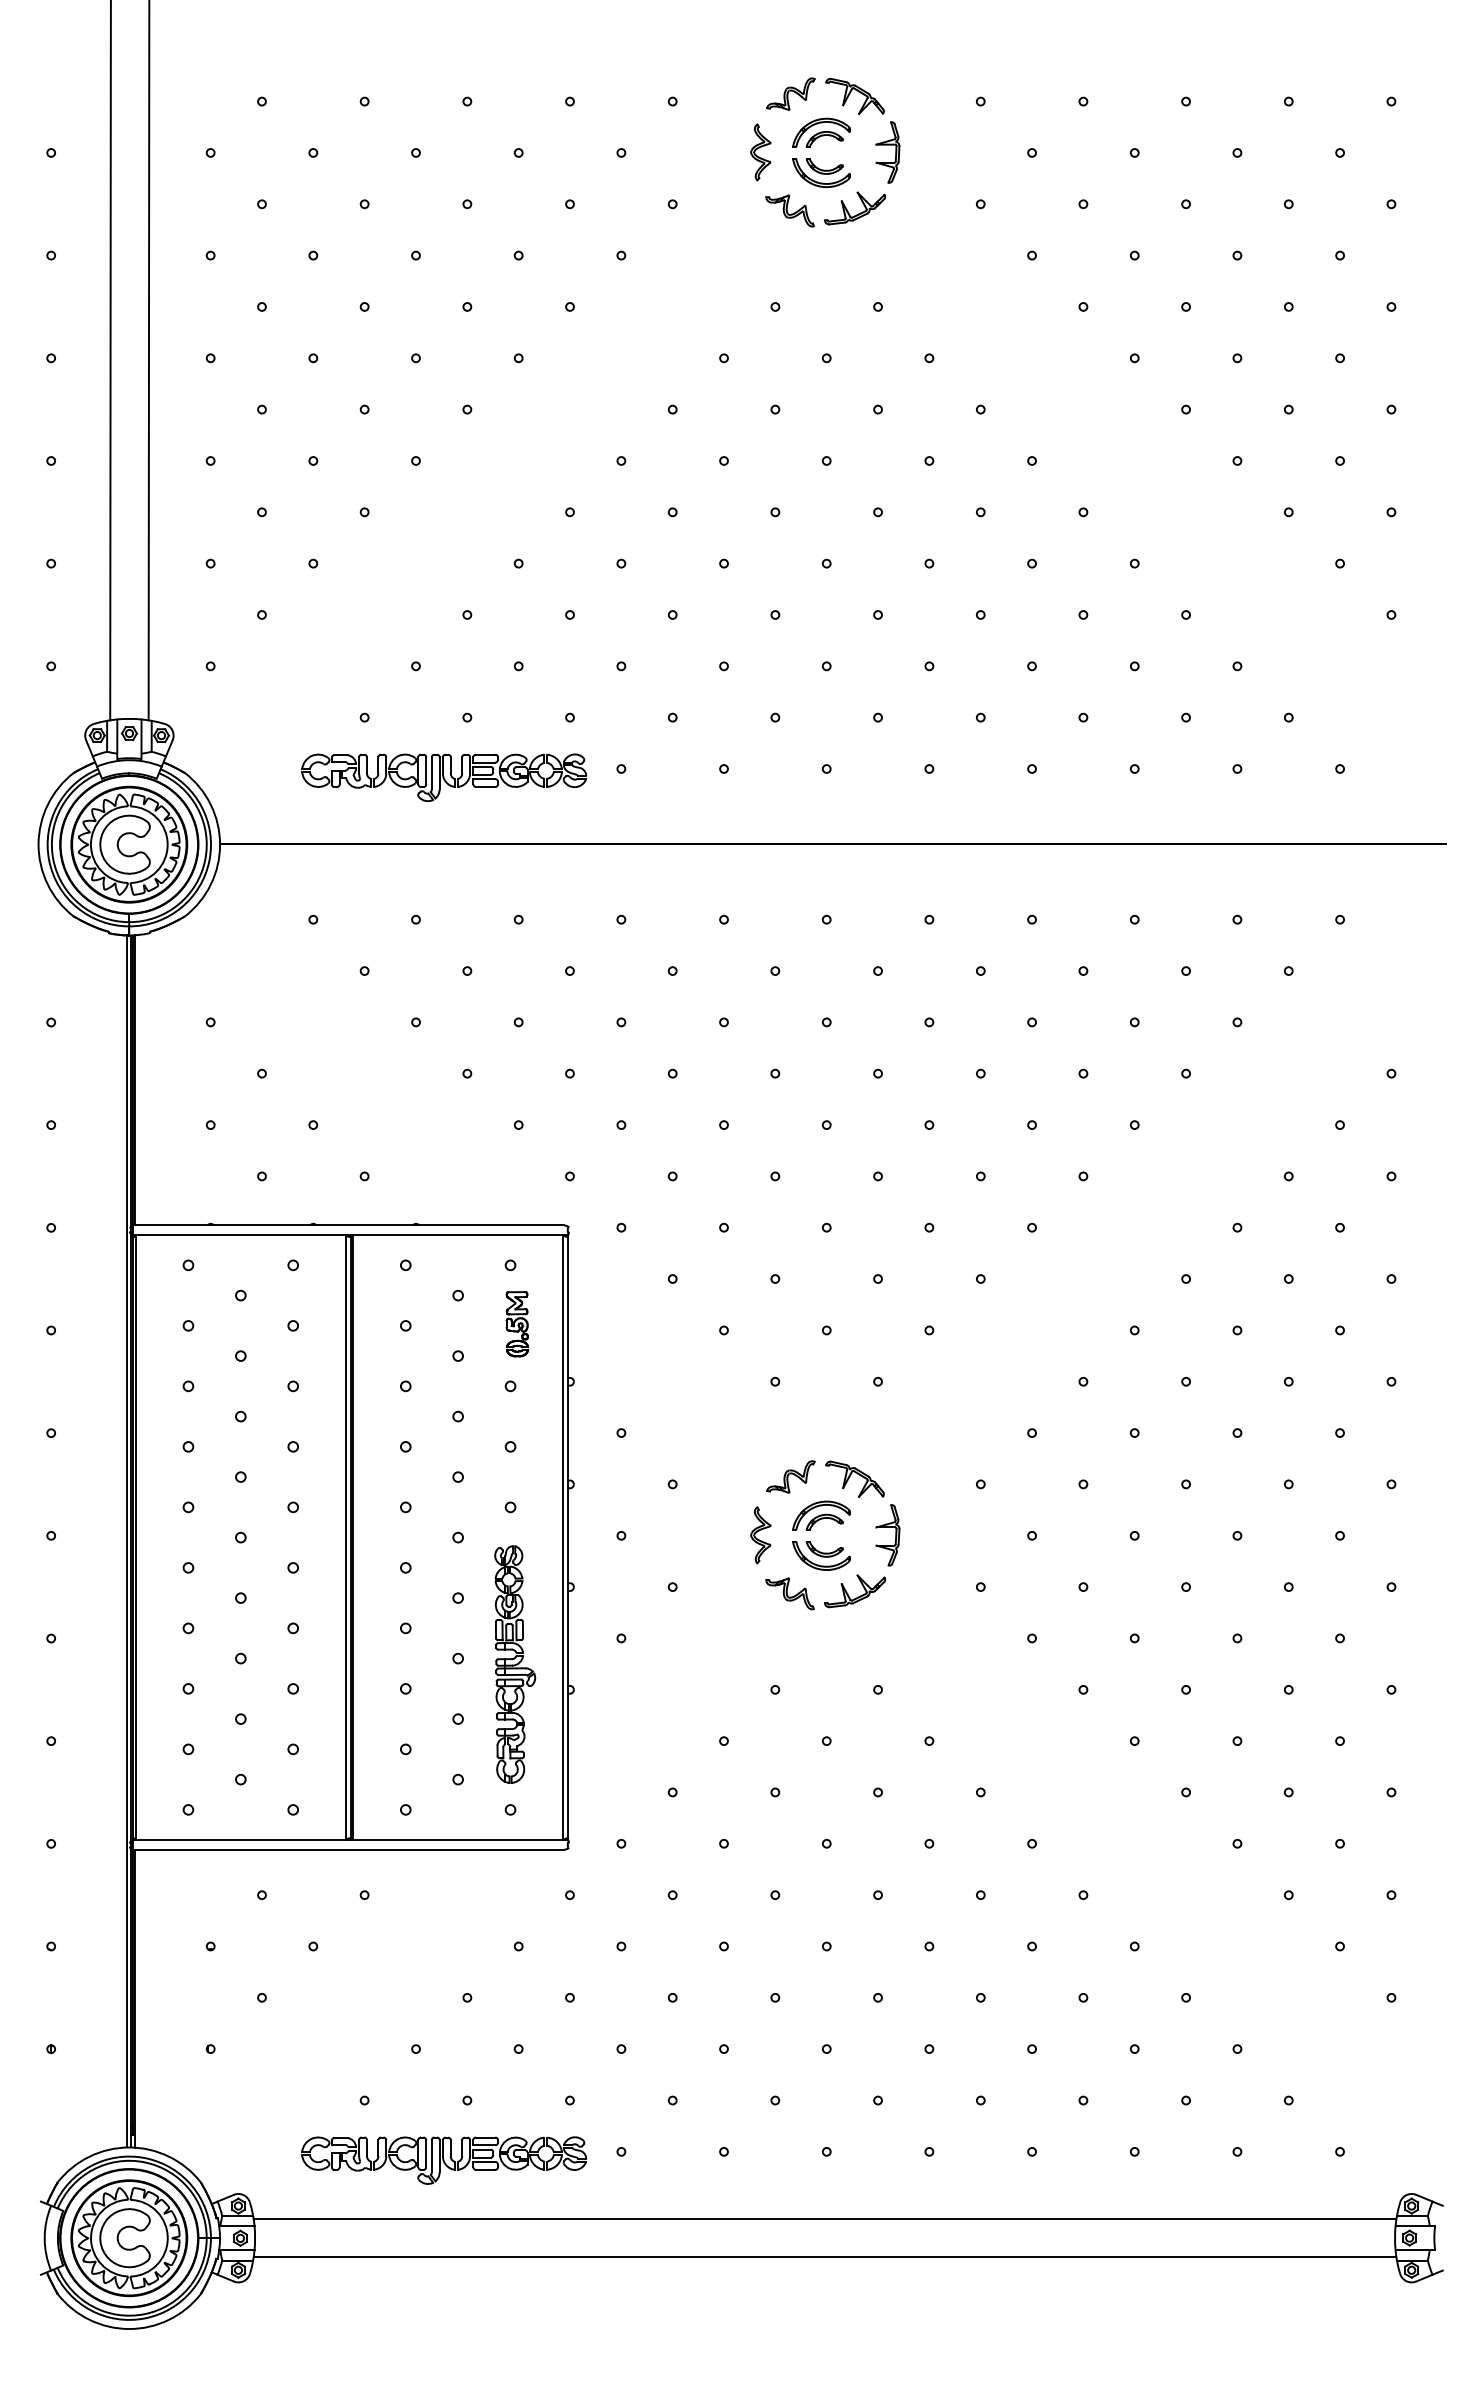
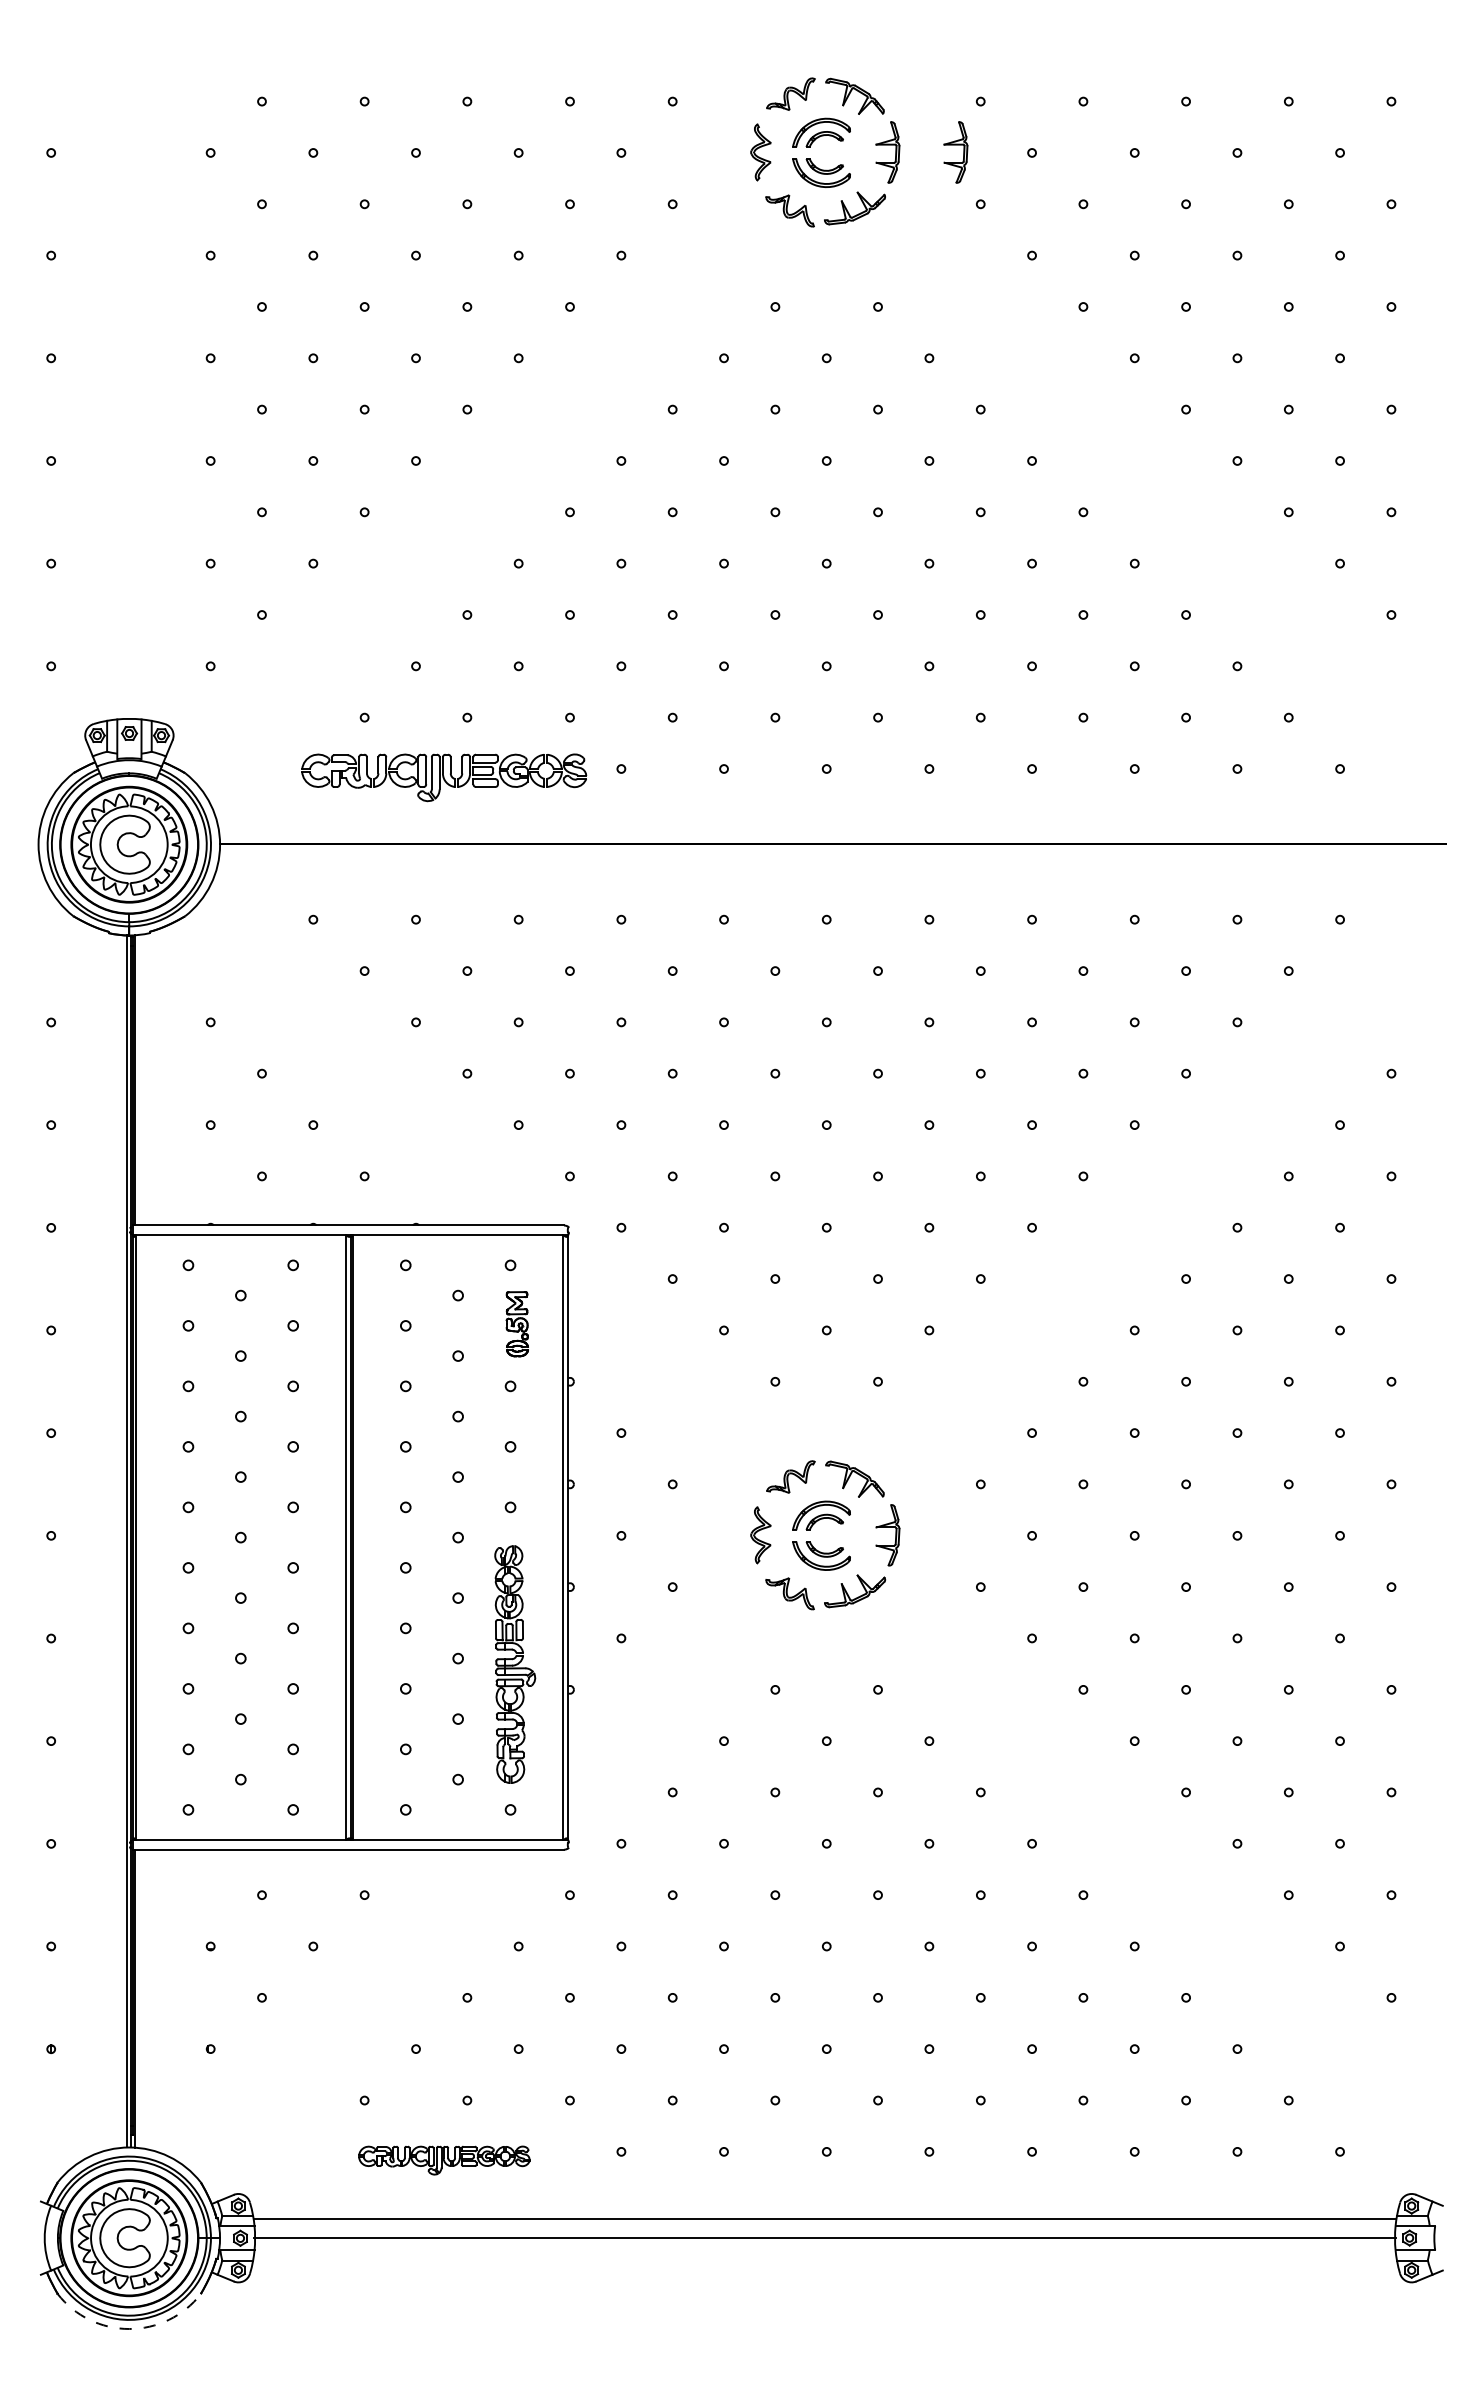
part at (955, 145): none -> present
line at (110, 361): present -> none
line at (148, 361): present -> none
part at (444, 2160) size: 287x49 px -> 173x31 px
line at (824, 2257) position: (824, 2257) -> (824, 2238)
arc at (129, 2329): solid -> dashed
